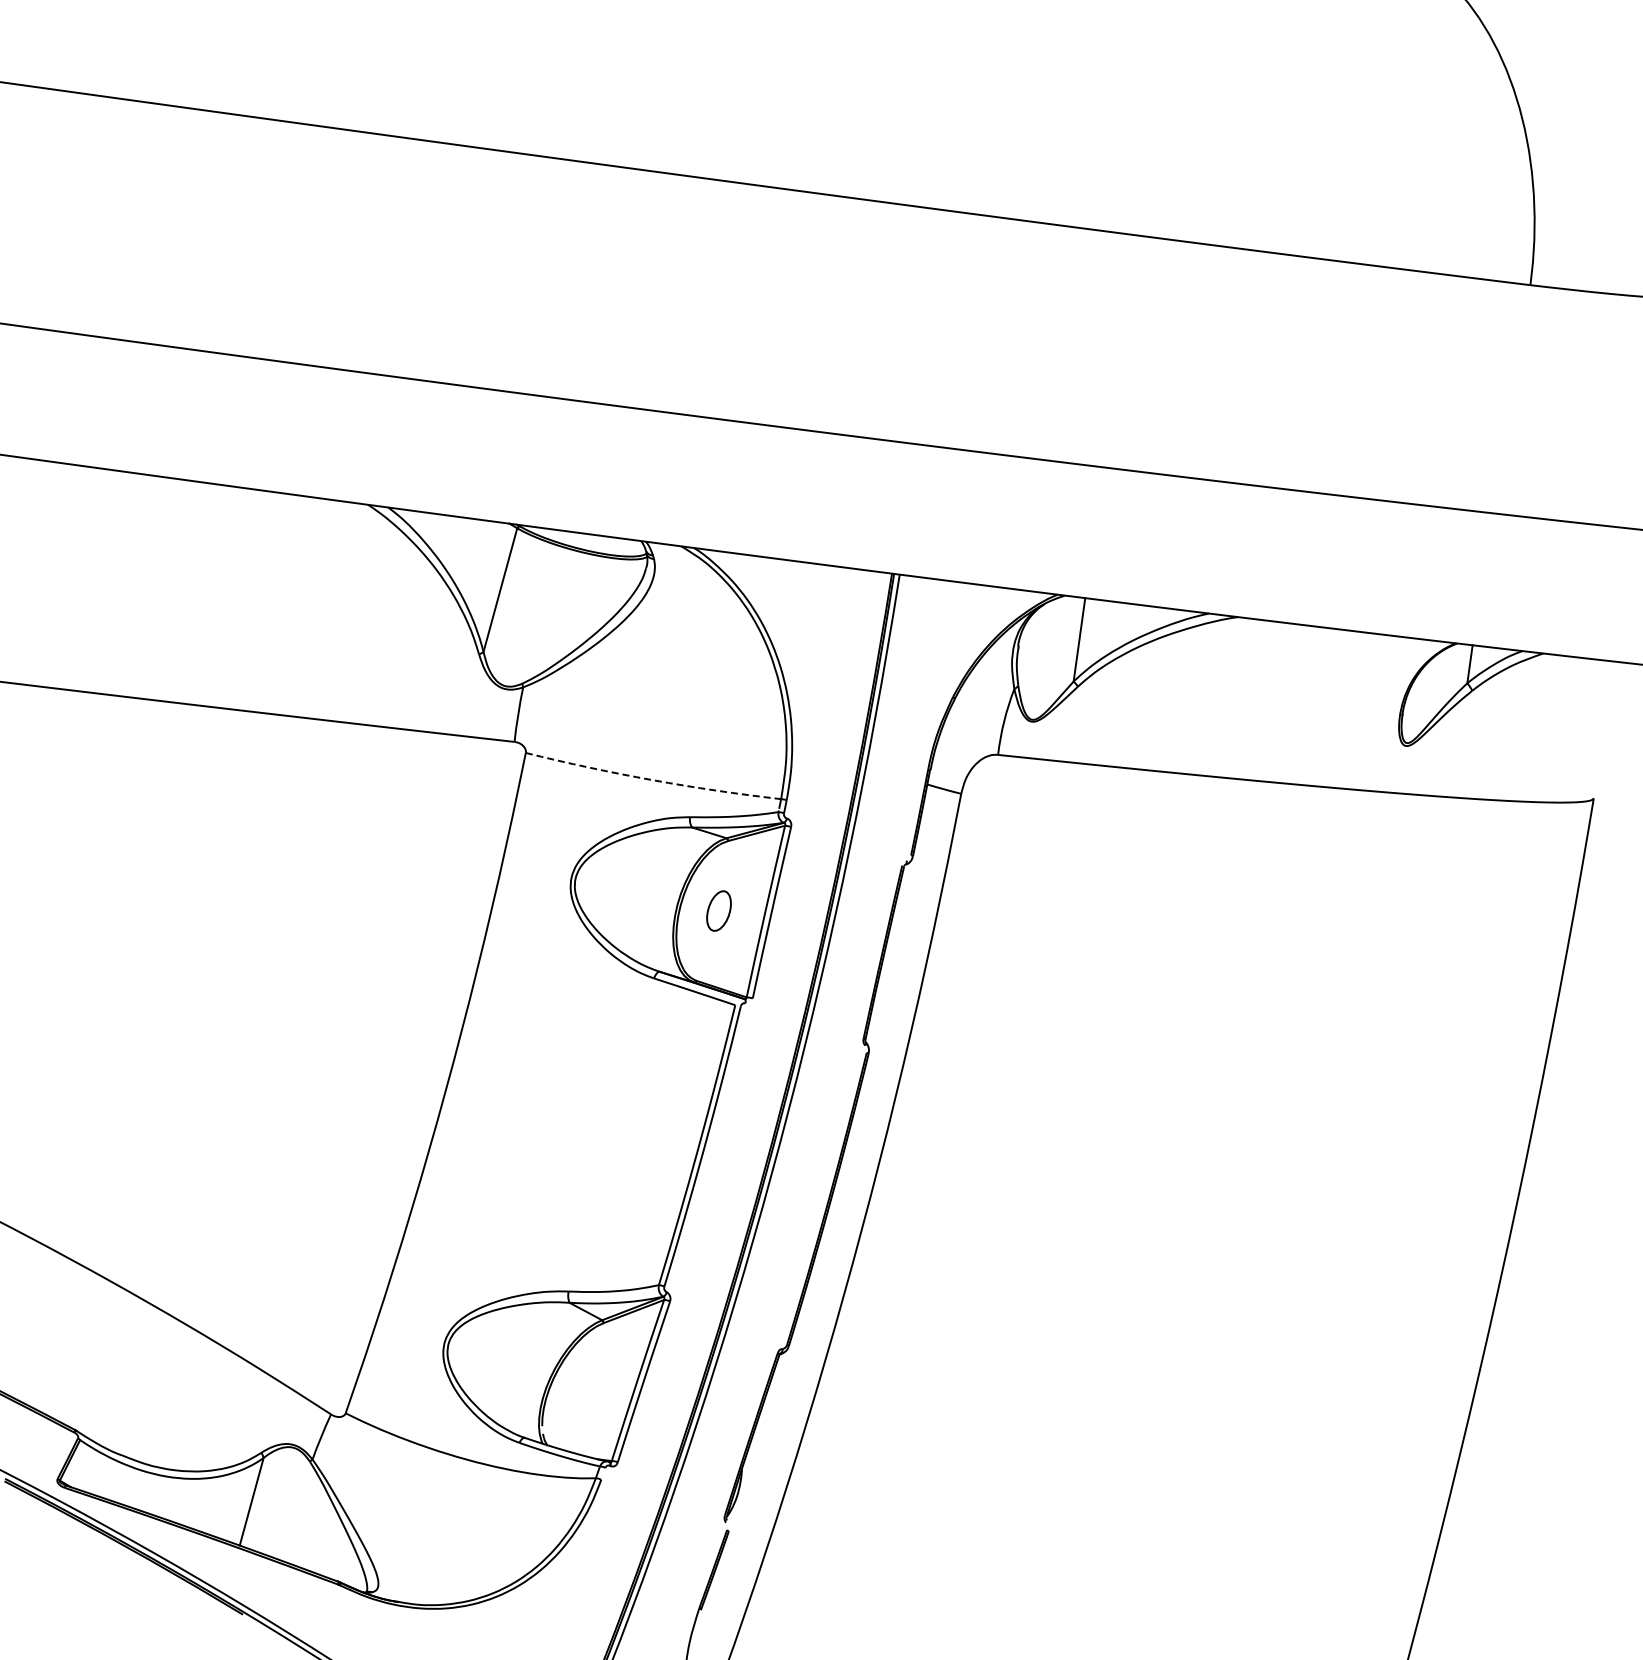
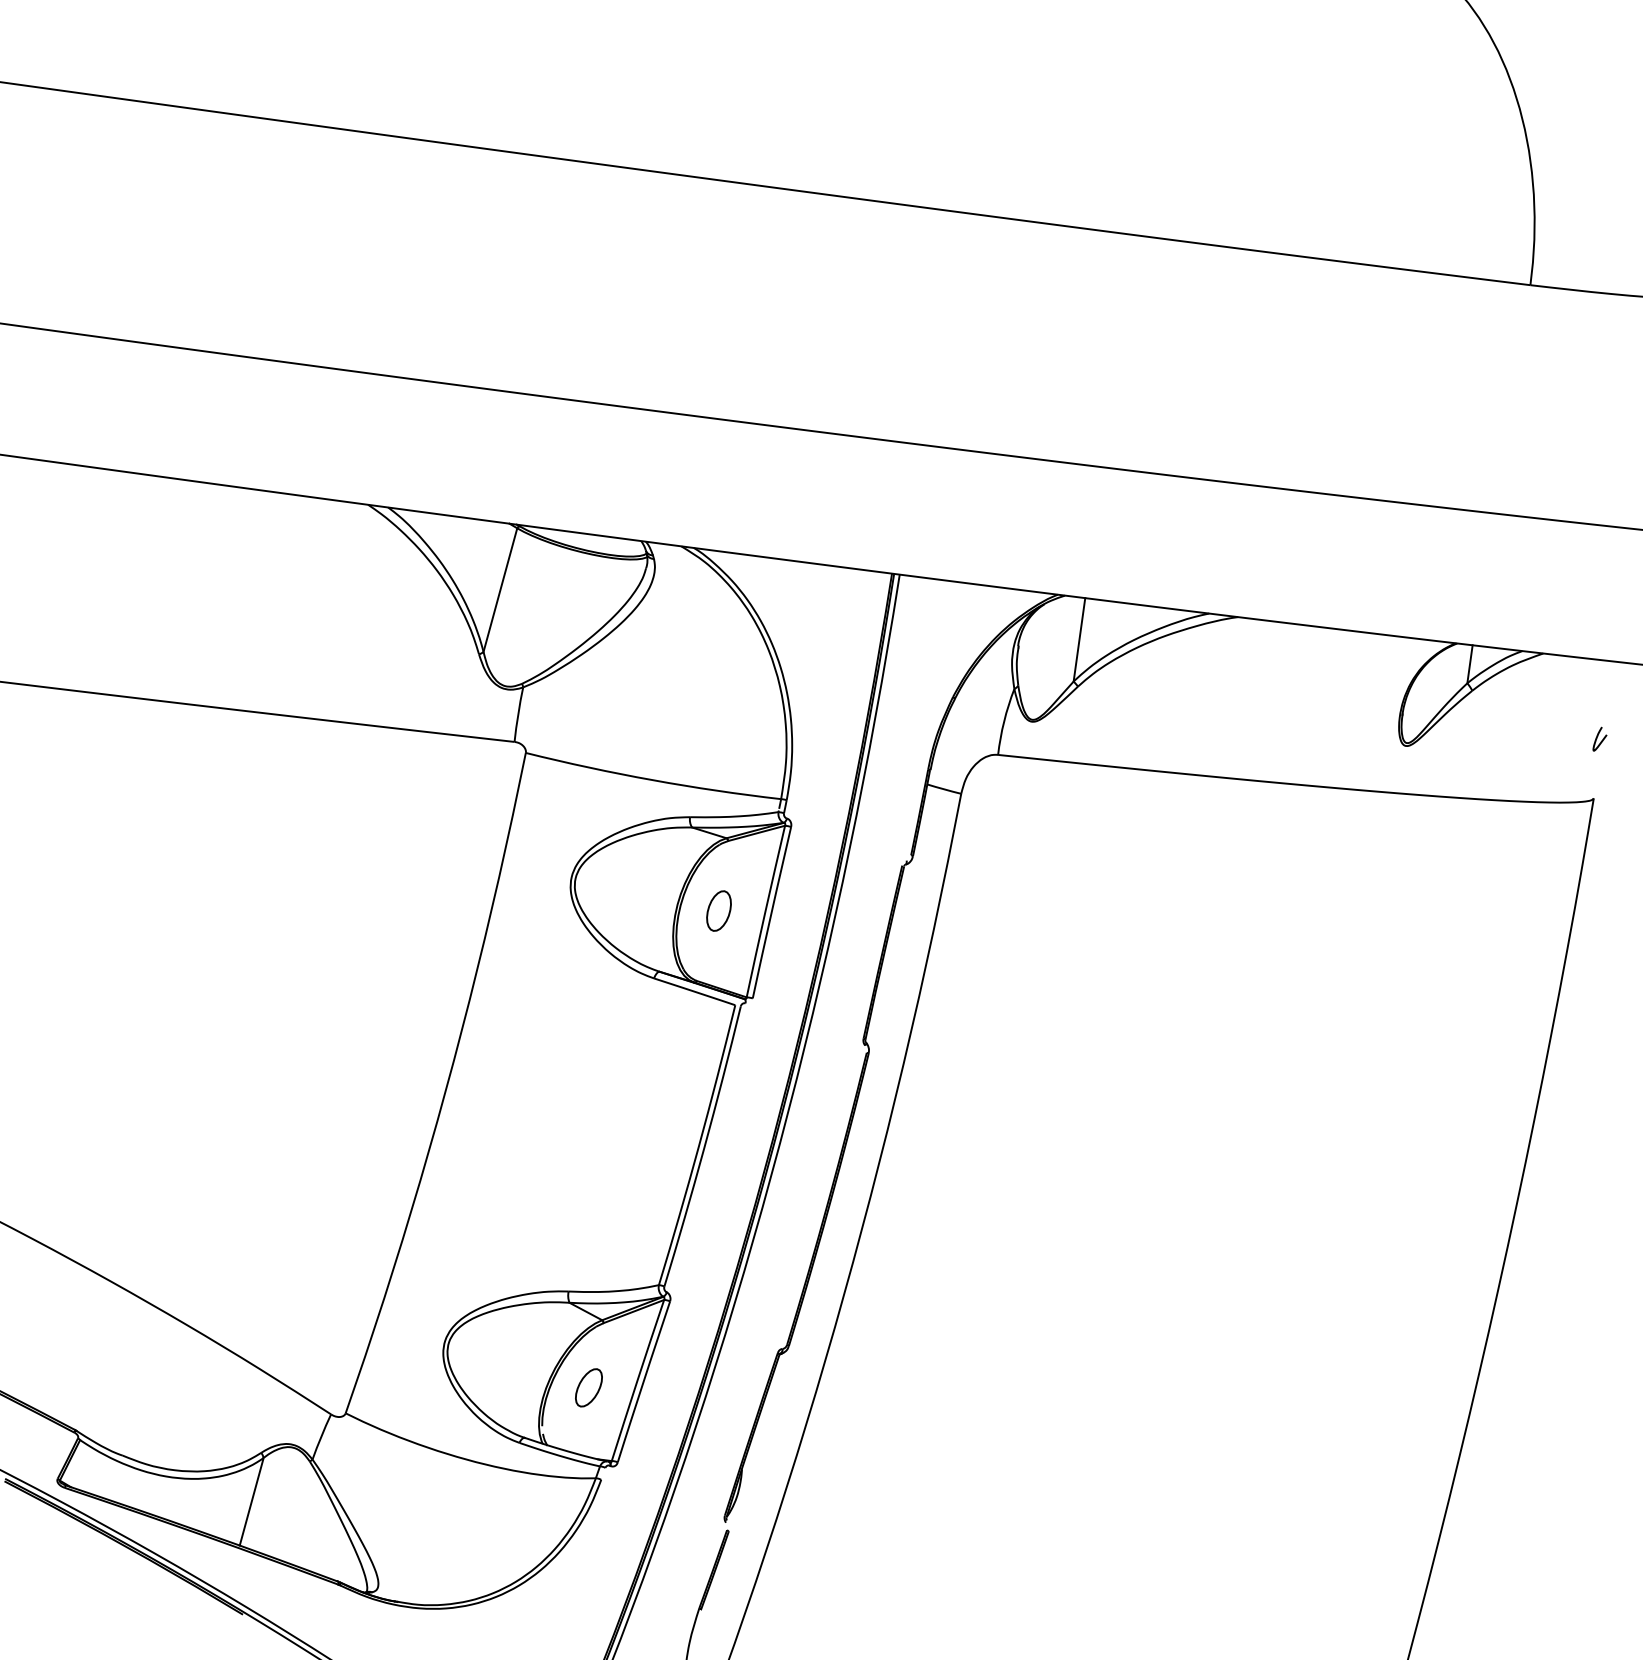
curve at (1597, 738): none -> present
arc at (652, 780): dashed -> solid
part at (588, 1387): none -> present
